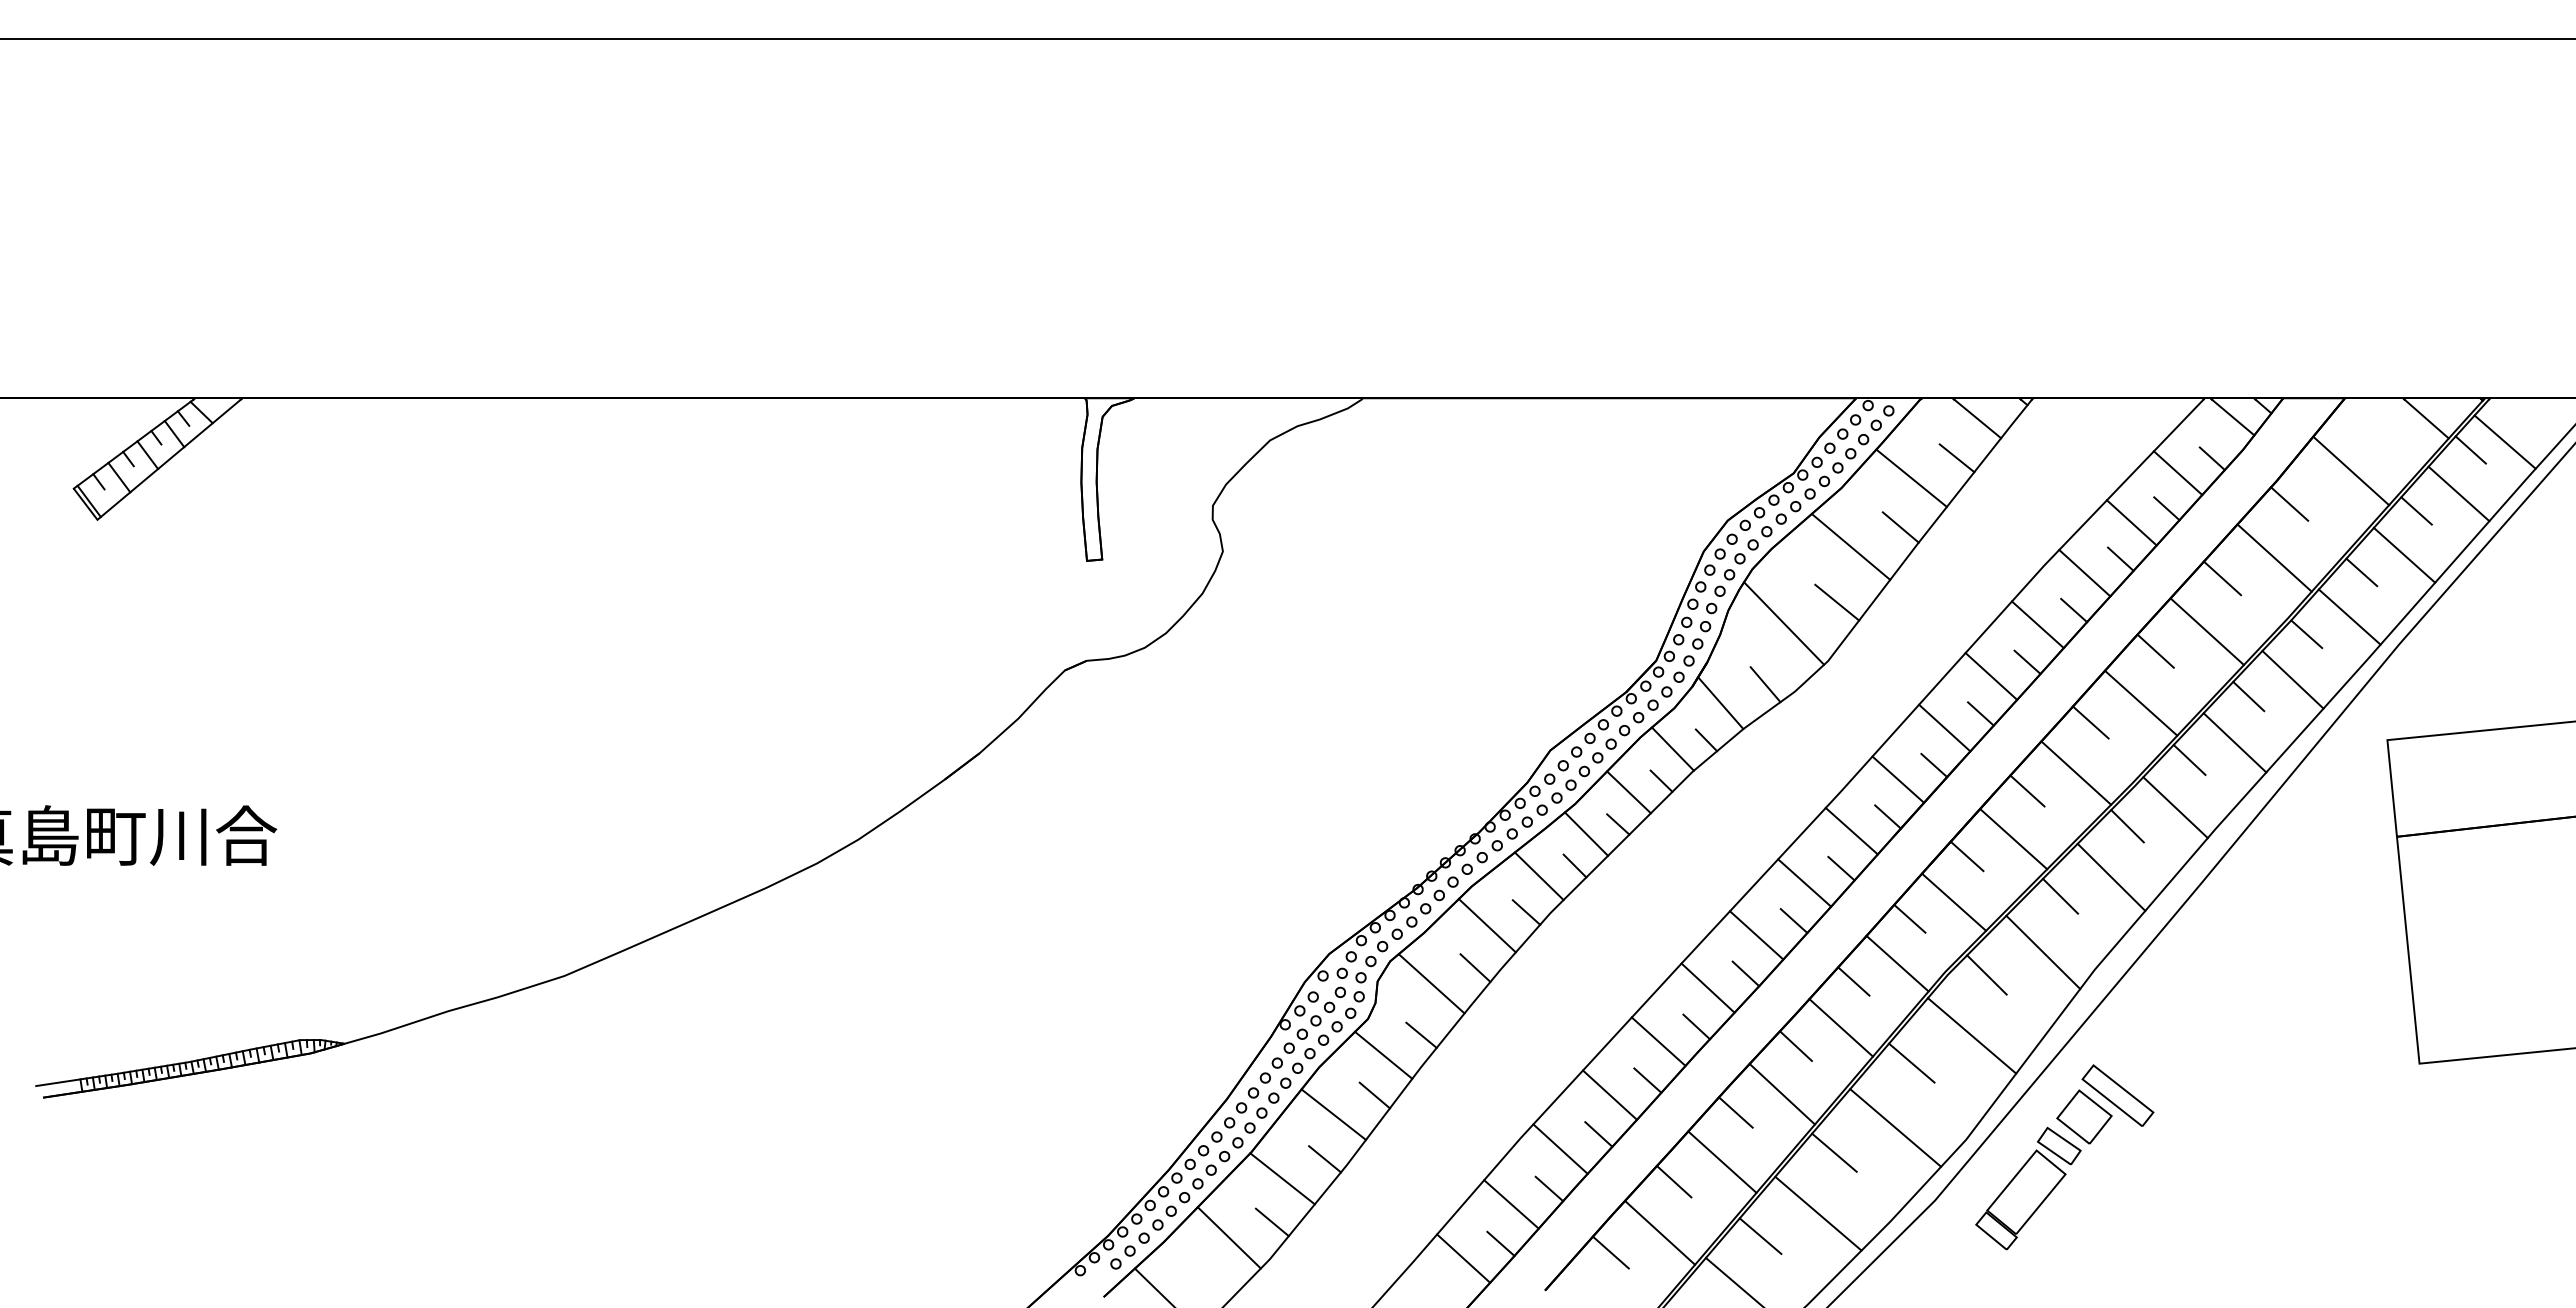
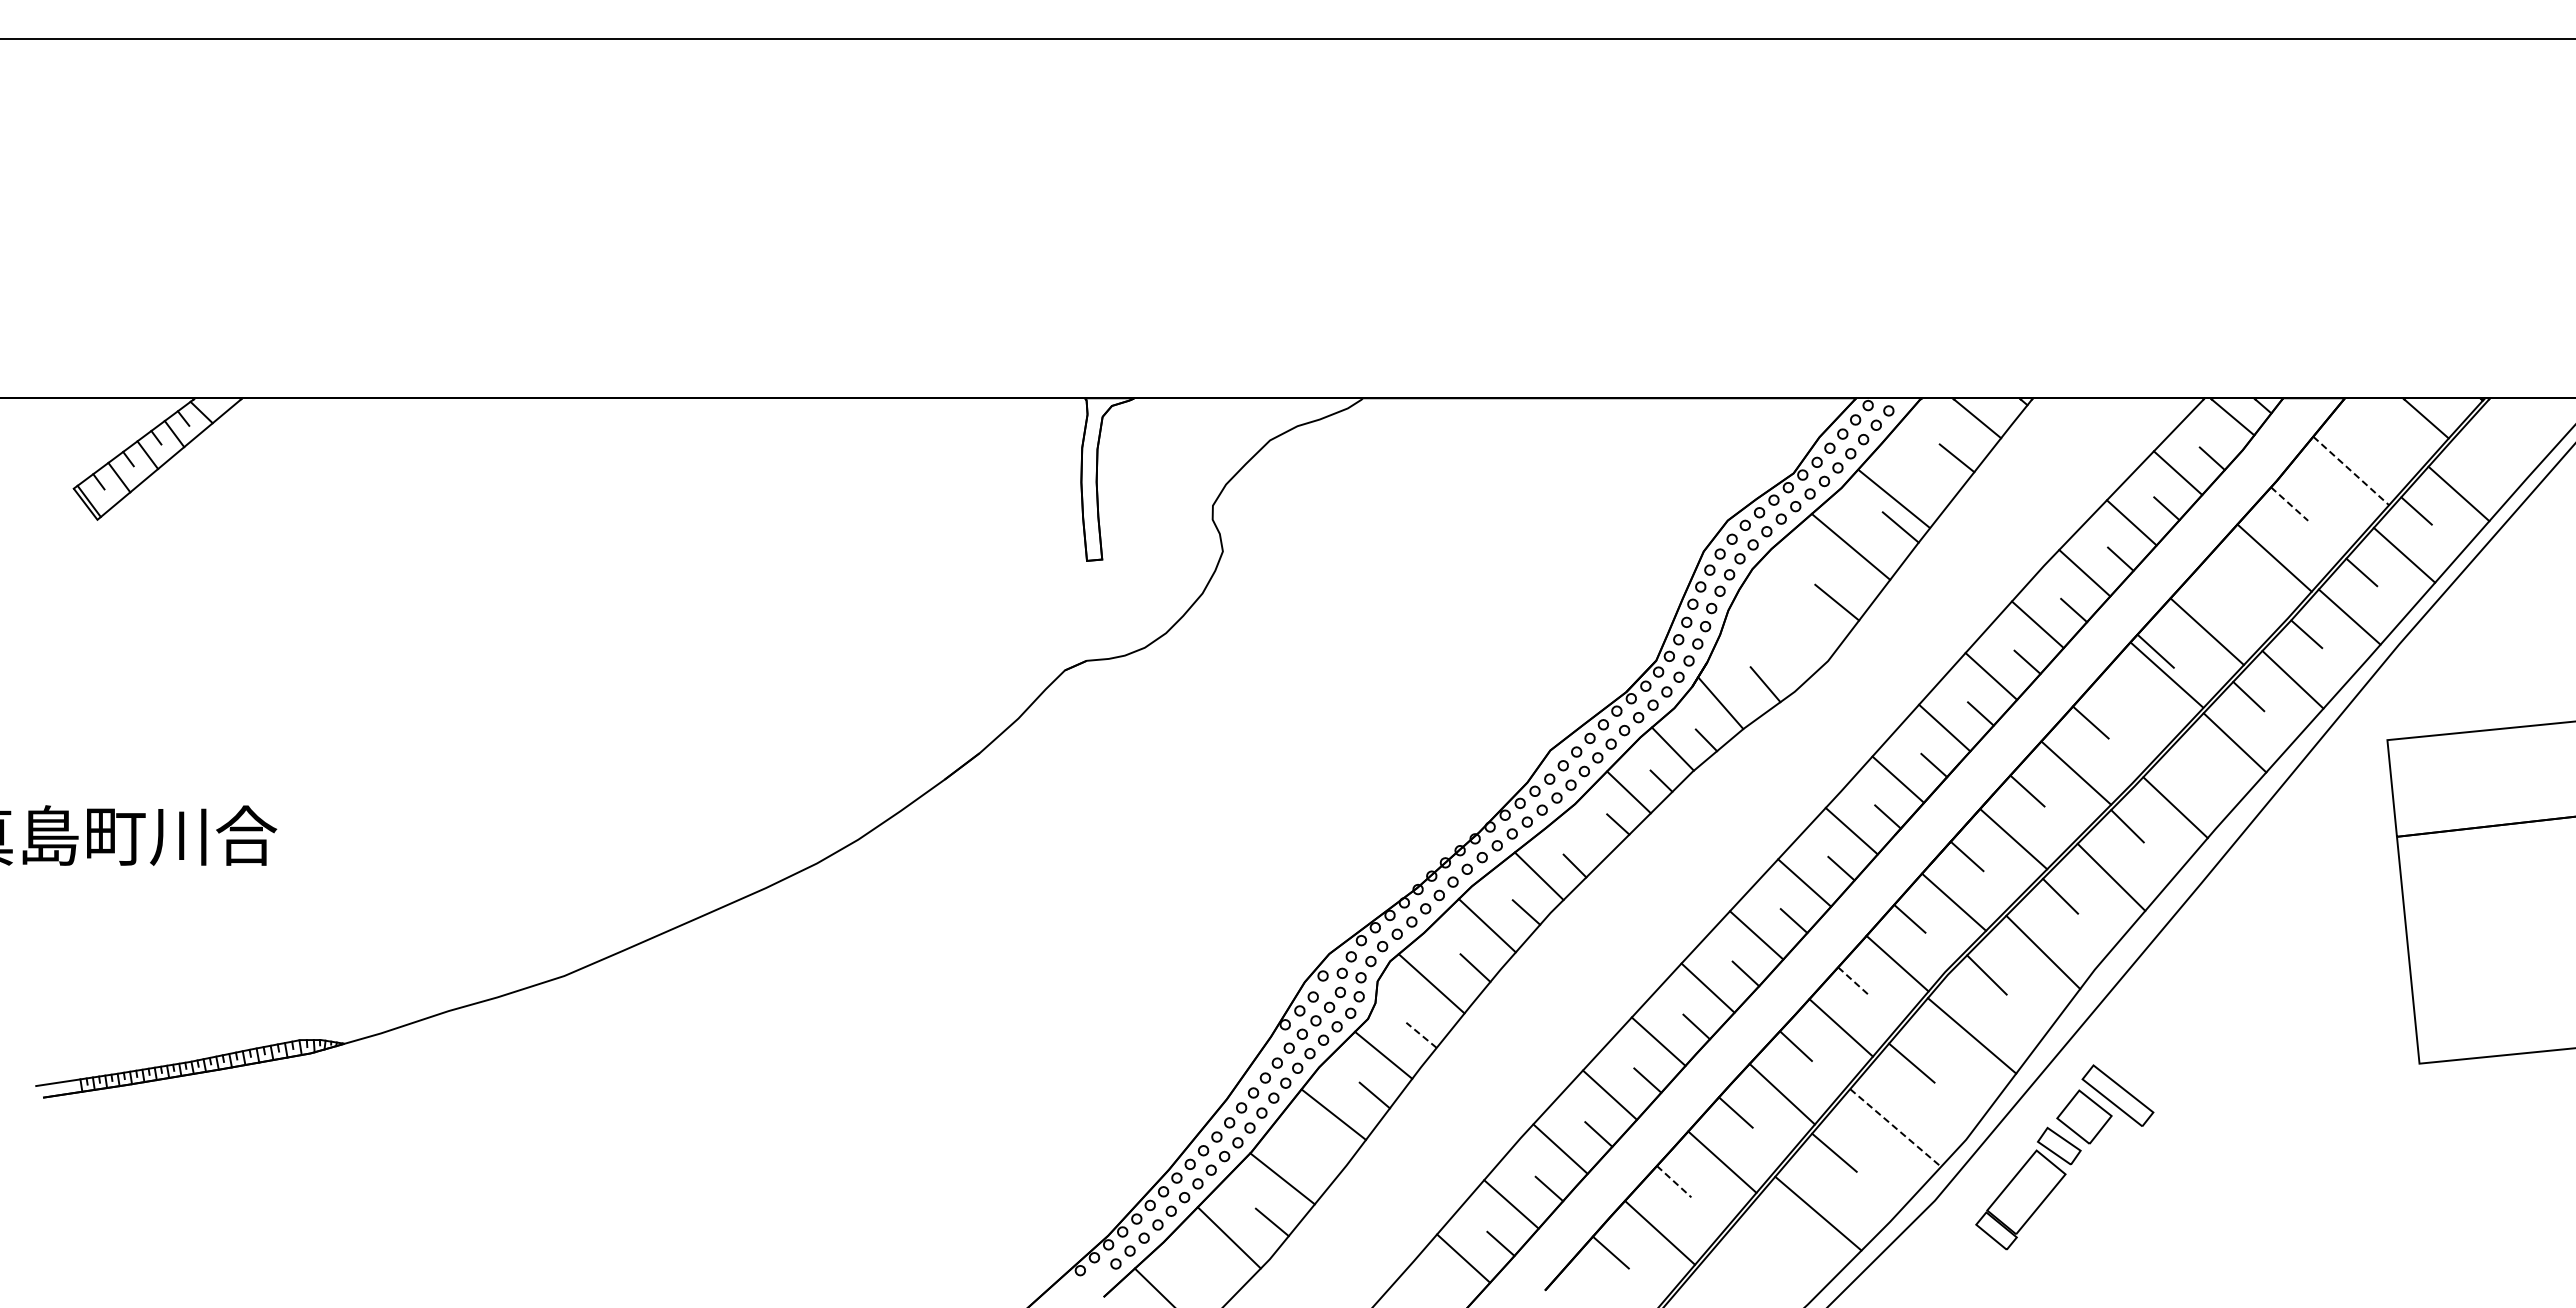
line at (2504, 441): present -> none
line at (2470, 449): present -> none
line at (2351, 471): solid -> dashed
line at (1911, 477) position: (1911, 477) -> (1894, 498)
line at (2289, 504): solid -> dashed
line at (2222, 578): present -> none
line at (1784, 623): present -> none
line at (2141, 702) position: (2141, 702) -> (2167, 674)
line at (2189, 759): present -> none
line at (1586, 833): present -> none
line at (1854, 981): solid -> dashed
line at (1421, 1035): solid -> dashed
line at (1895, 1127): solid -> dashed
line at (1325, 1159): present -> none
line at (1674, 1182): solid -> dashed
line at (1760, 1235): present -> none
line at (1732, 1280): present -> none
